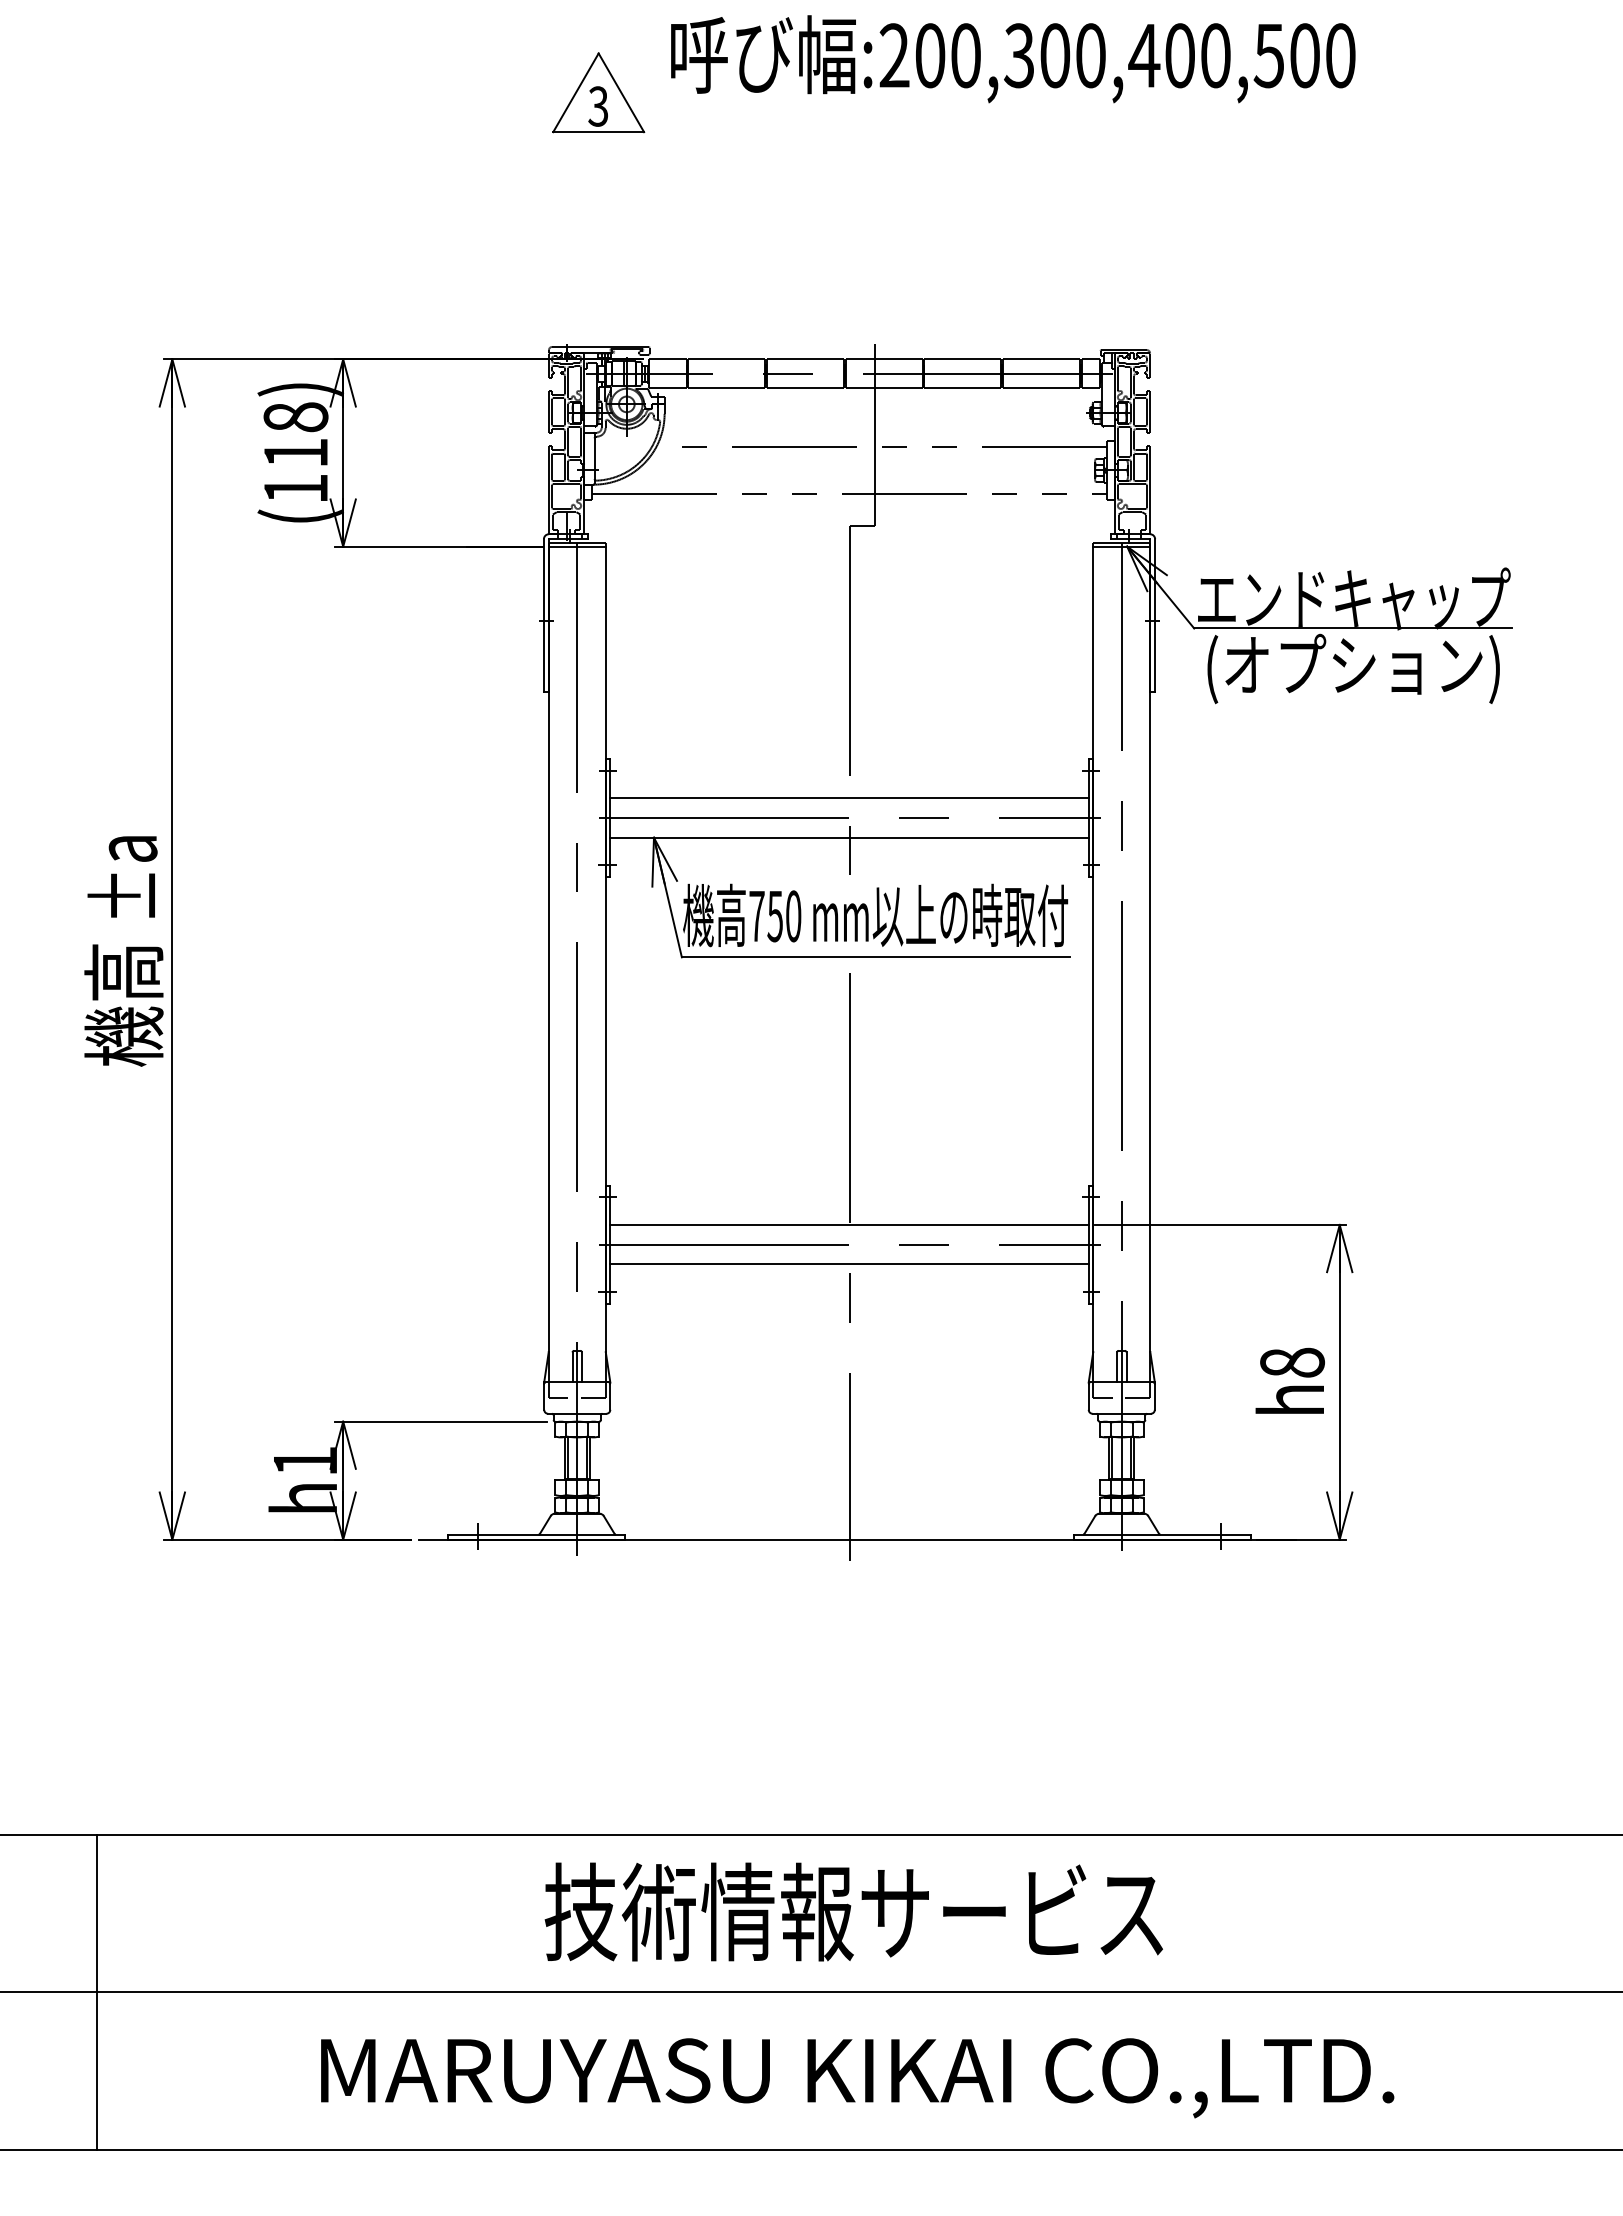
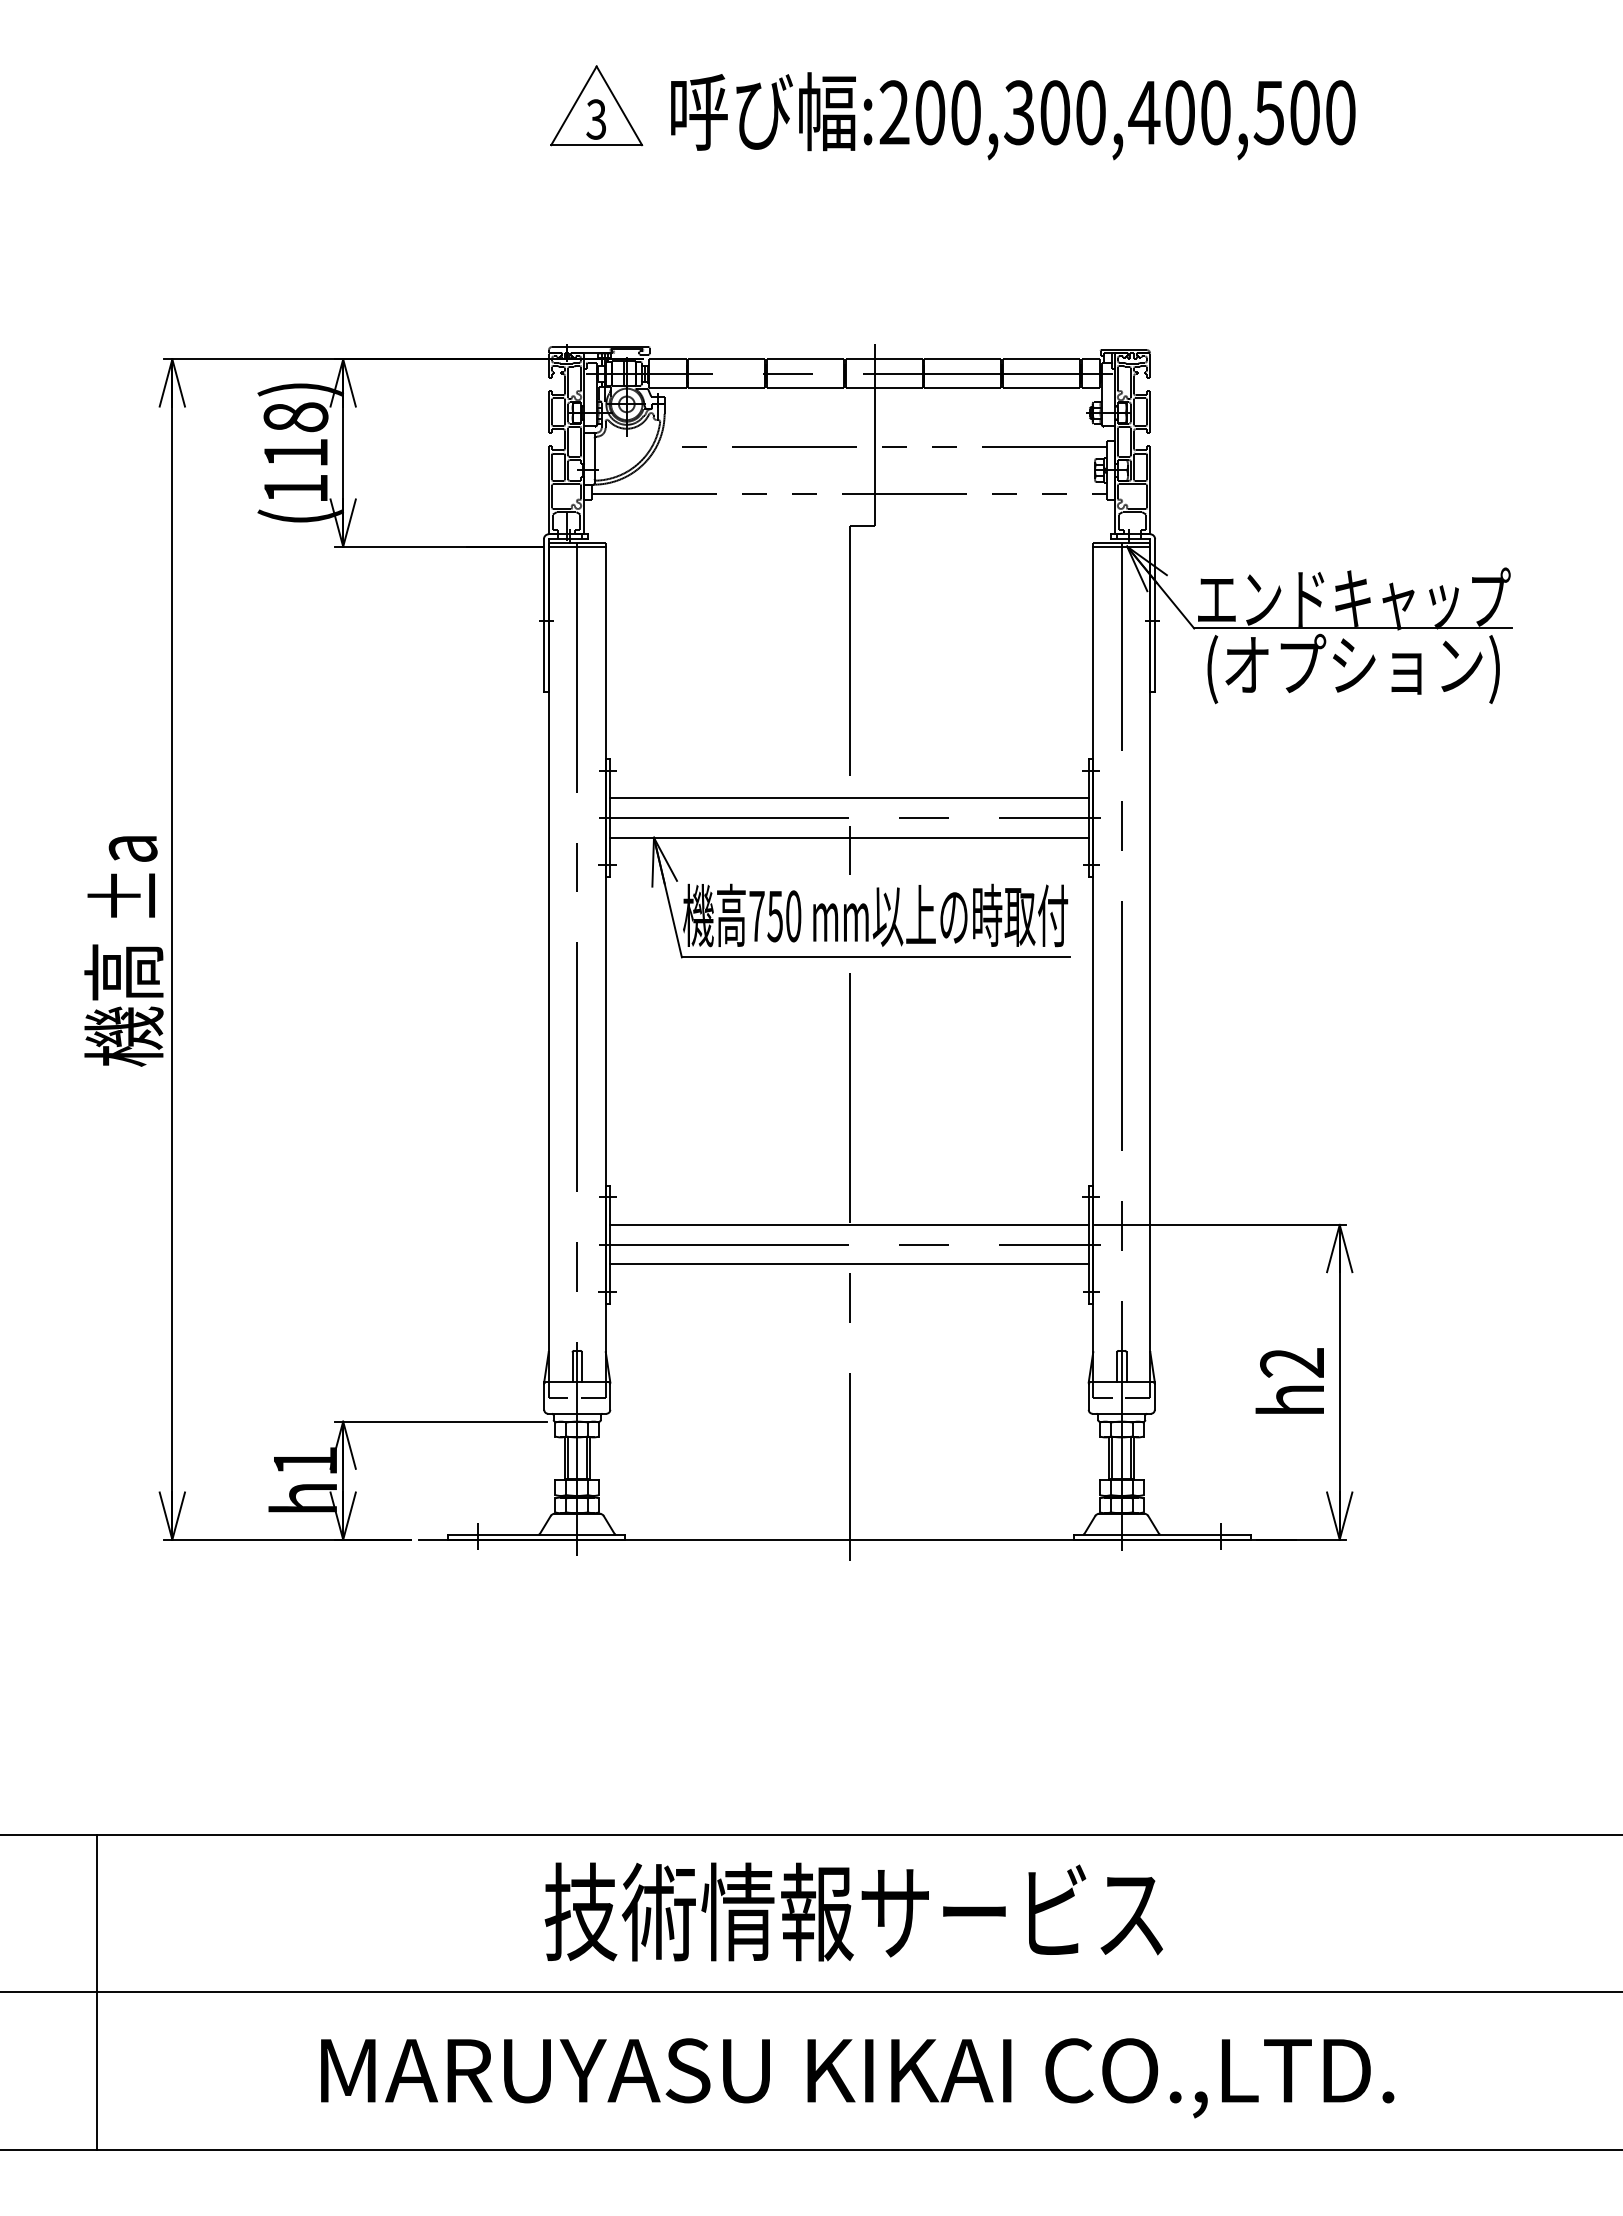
text at (1013, 59) position: (1013, 59) -> (1013, 116)
part at (598, 92) position: (598, 92) -> (596, 105)
text at (1292, 1362): h8 -> h2
